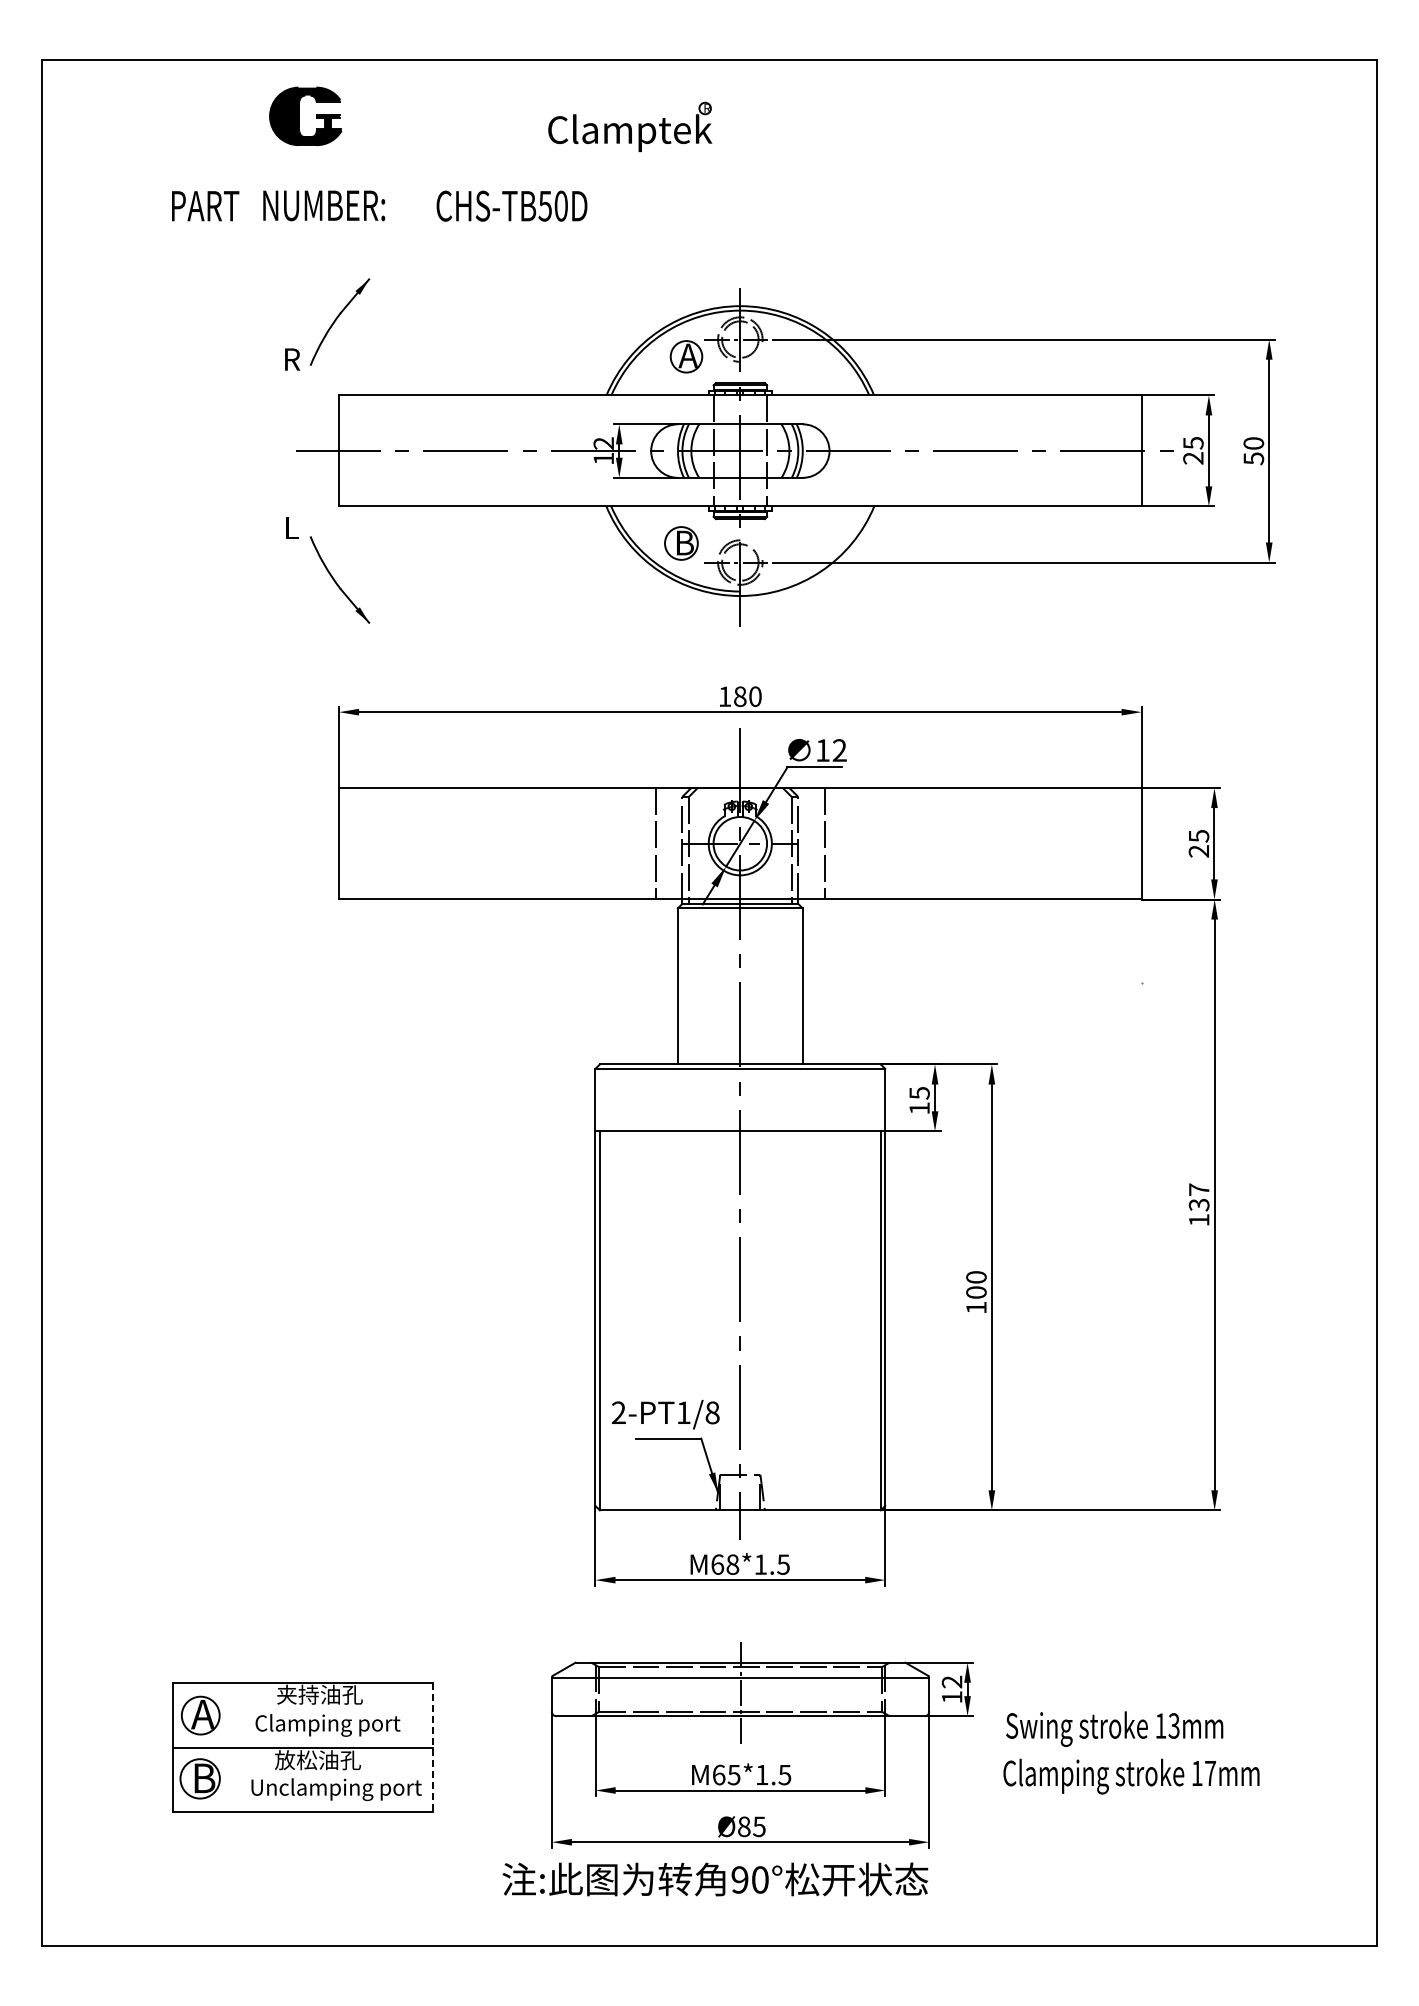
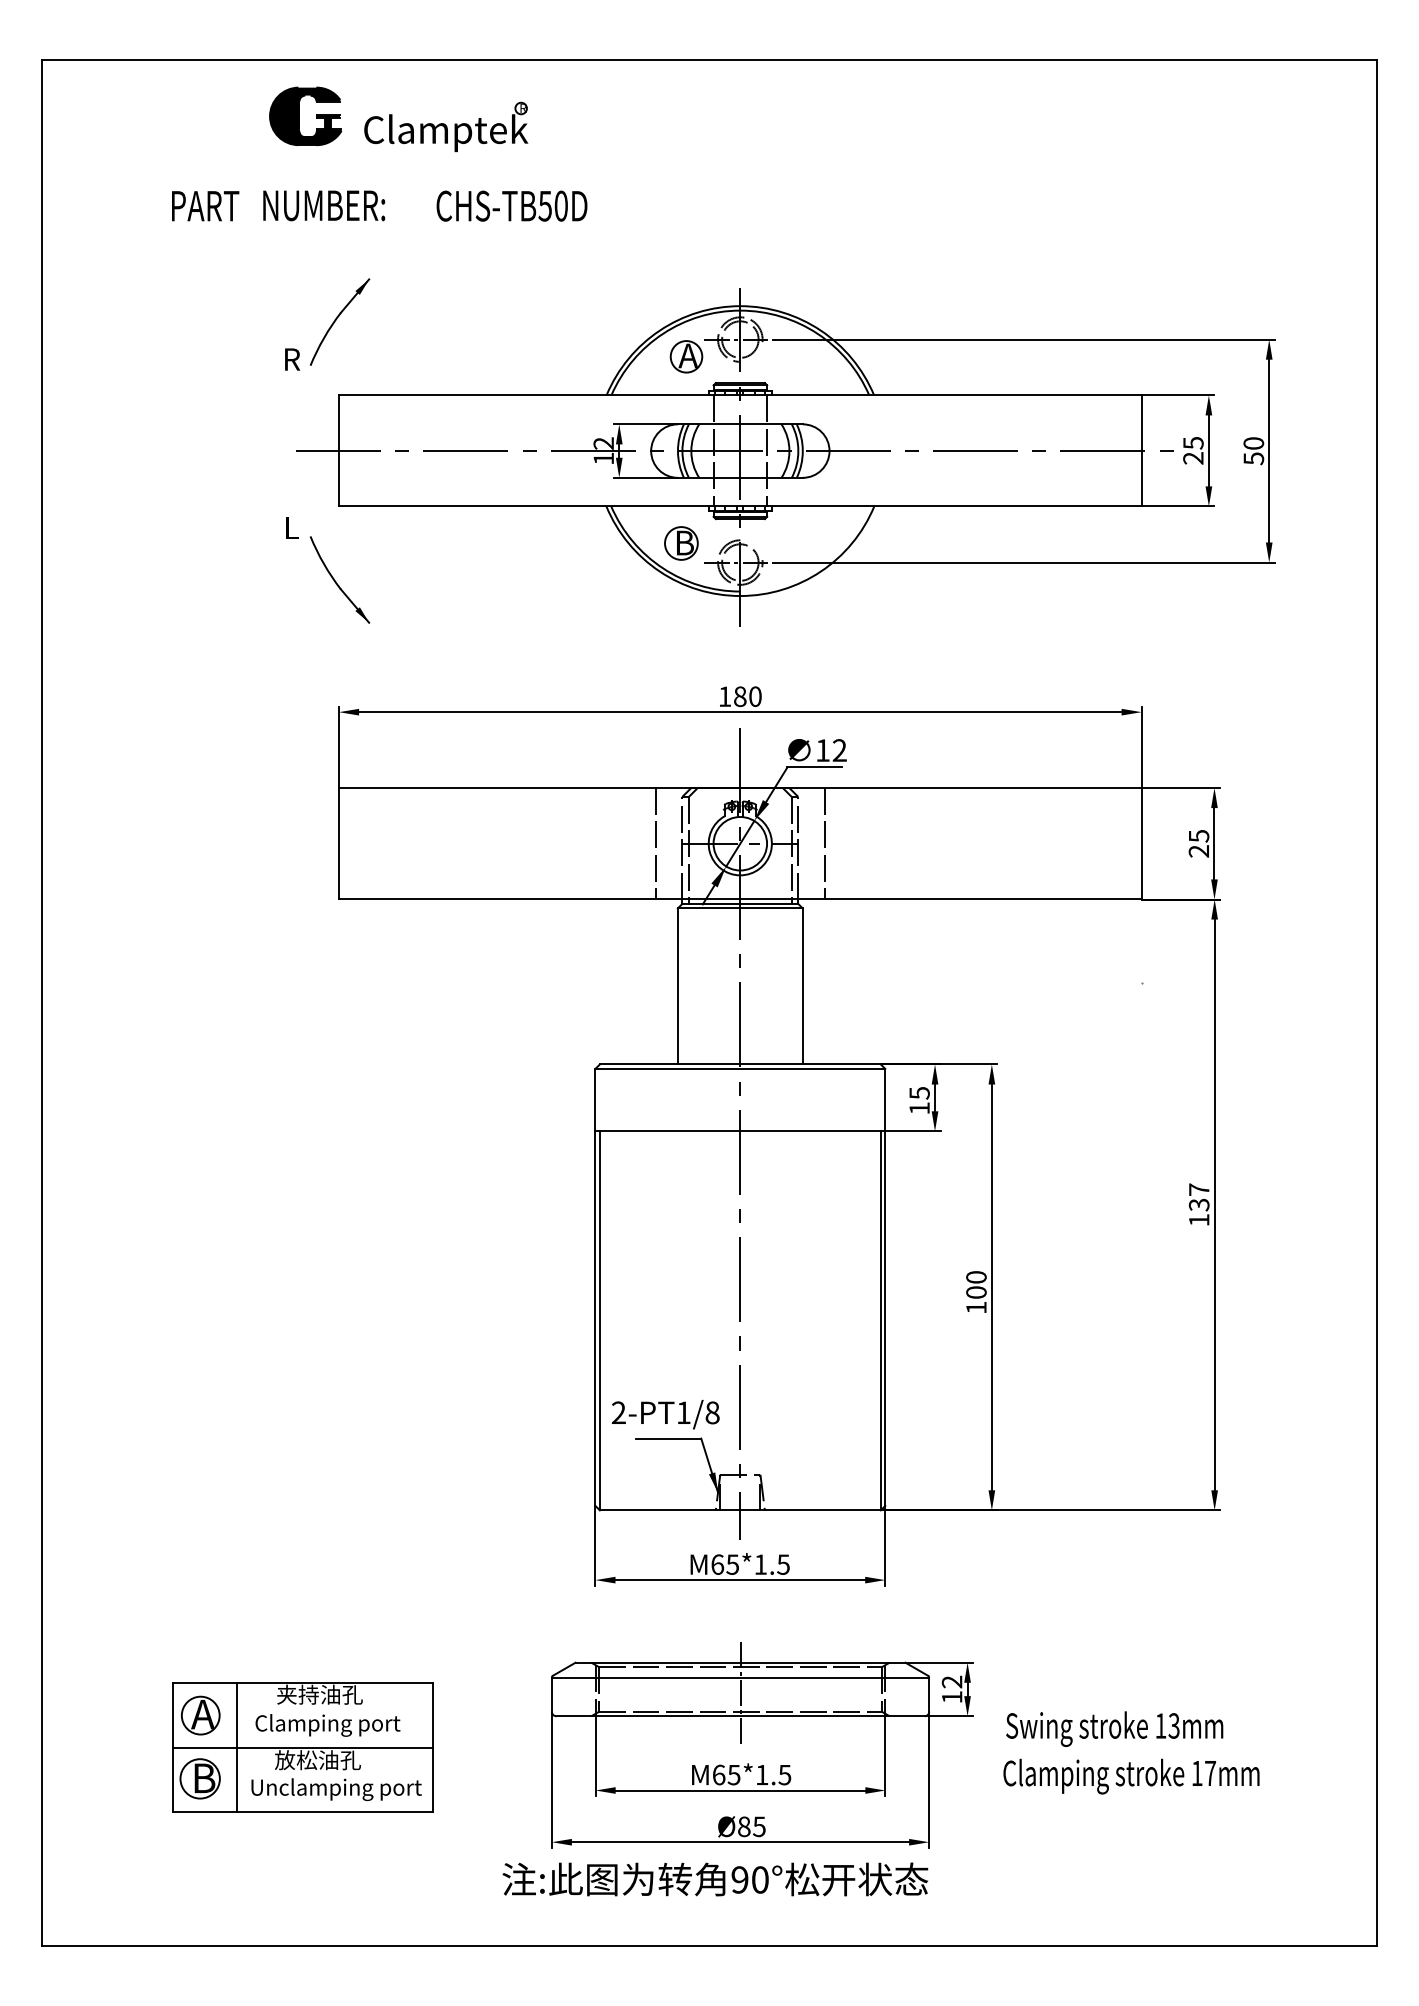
part at (630, 126) position: (630, 126) -> (446, 126)
text at (732, 1564): M68*1.5 -> M65*1.5
line at (236, 1747): none -> present
line at (433, 1748): dashed -> solid
